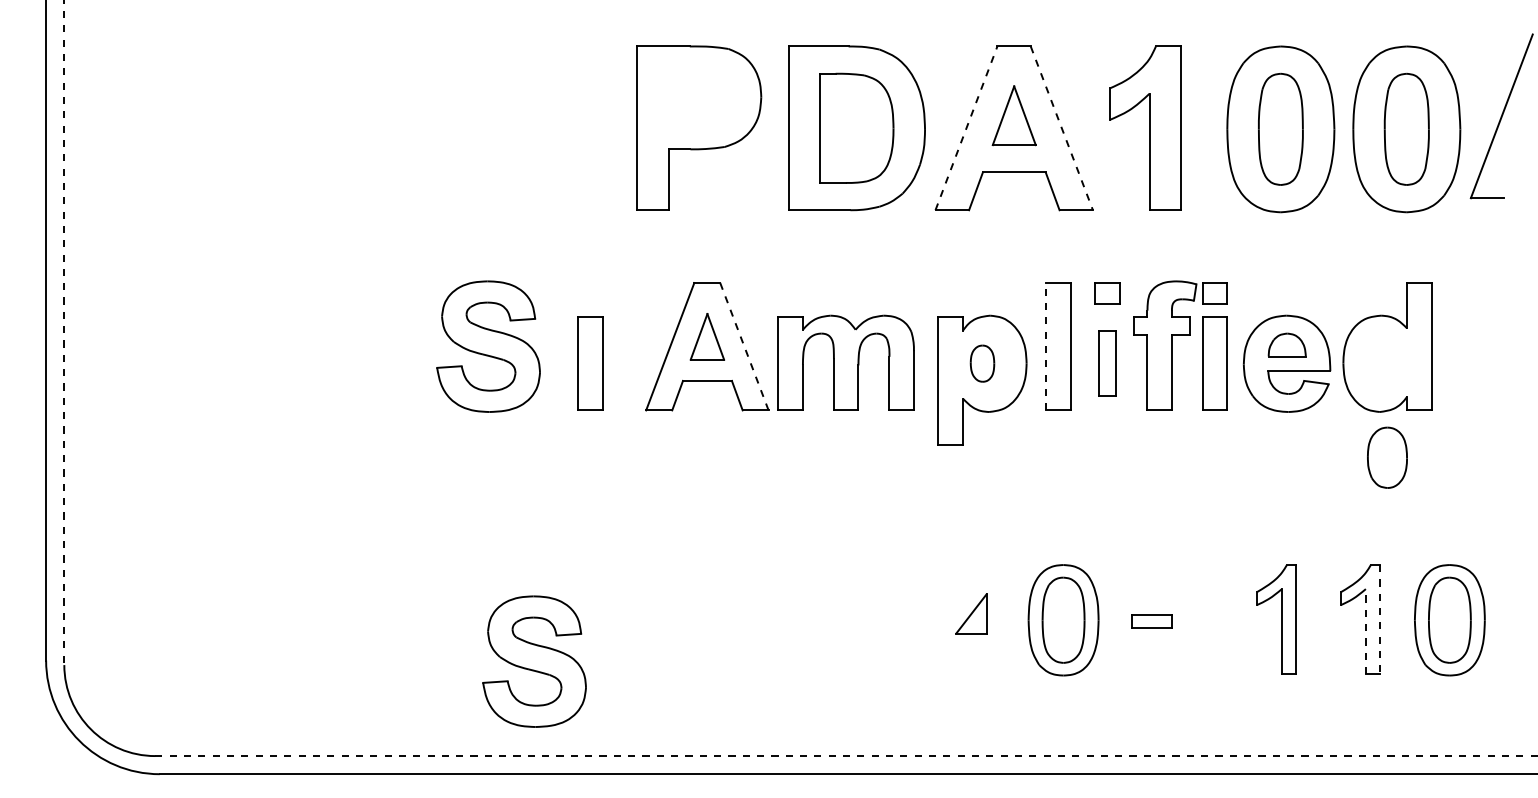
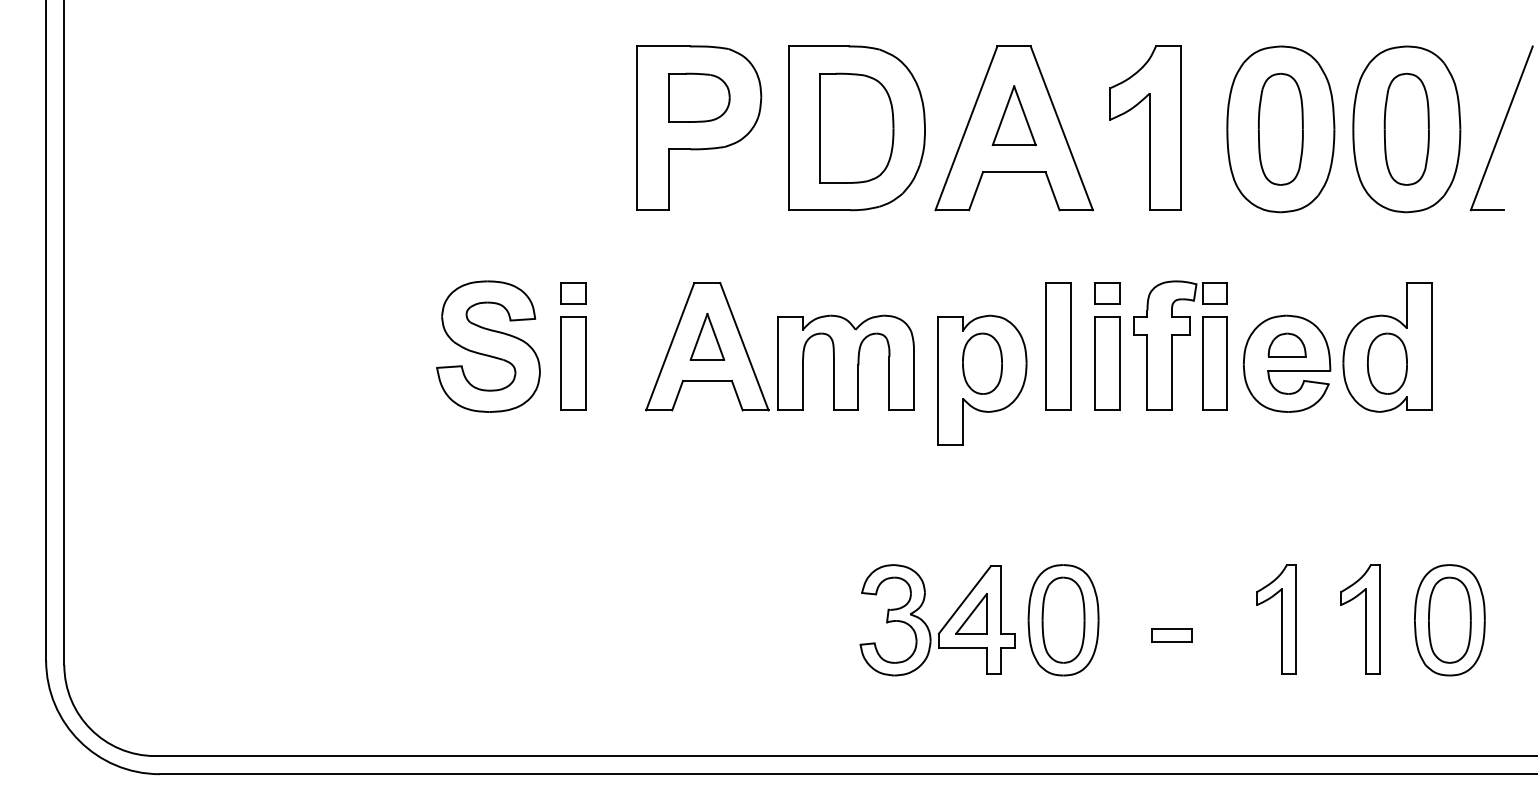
part at (699, 97): none -> present
part at (1501, 116) position: (1501, 116) -> (1501, 128)
line at (966, 128): dashed -> solid
line at (1061, 128): dashed -> solid
part at (573, 293): none -> present
line at (64, 333): dashed -> solid
line at (1046, 346): dashed -> solid
line at (744, 347): dashed -> solid
part at (590, 363) position: (590, 363) -> (573, 363)
part at (982, 363) size: 27x39 px -> 41x63 px
part at (1107, 363) size: 19x67 px -> 27x95 px
part at (1387, 457) position: (1387, 457) -> (1387, 363)
line at (1379, 619): dashed -> solid
part at (1151, 621) position: (1151, 621) -> (1171, 635)
part at (944, 624): none -> present
line at (1365, 631): dashed -> solid
part at (534, 661): present -> none
line at (846, 756): dashed -> solid
